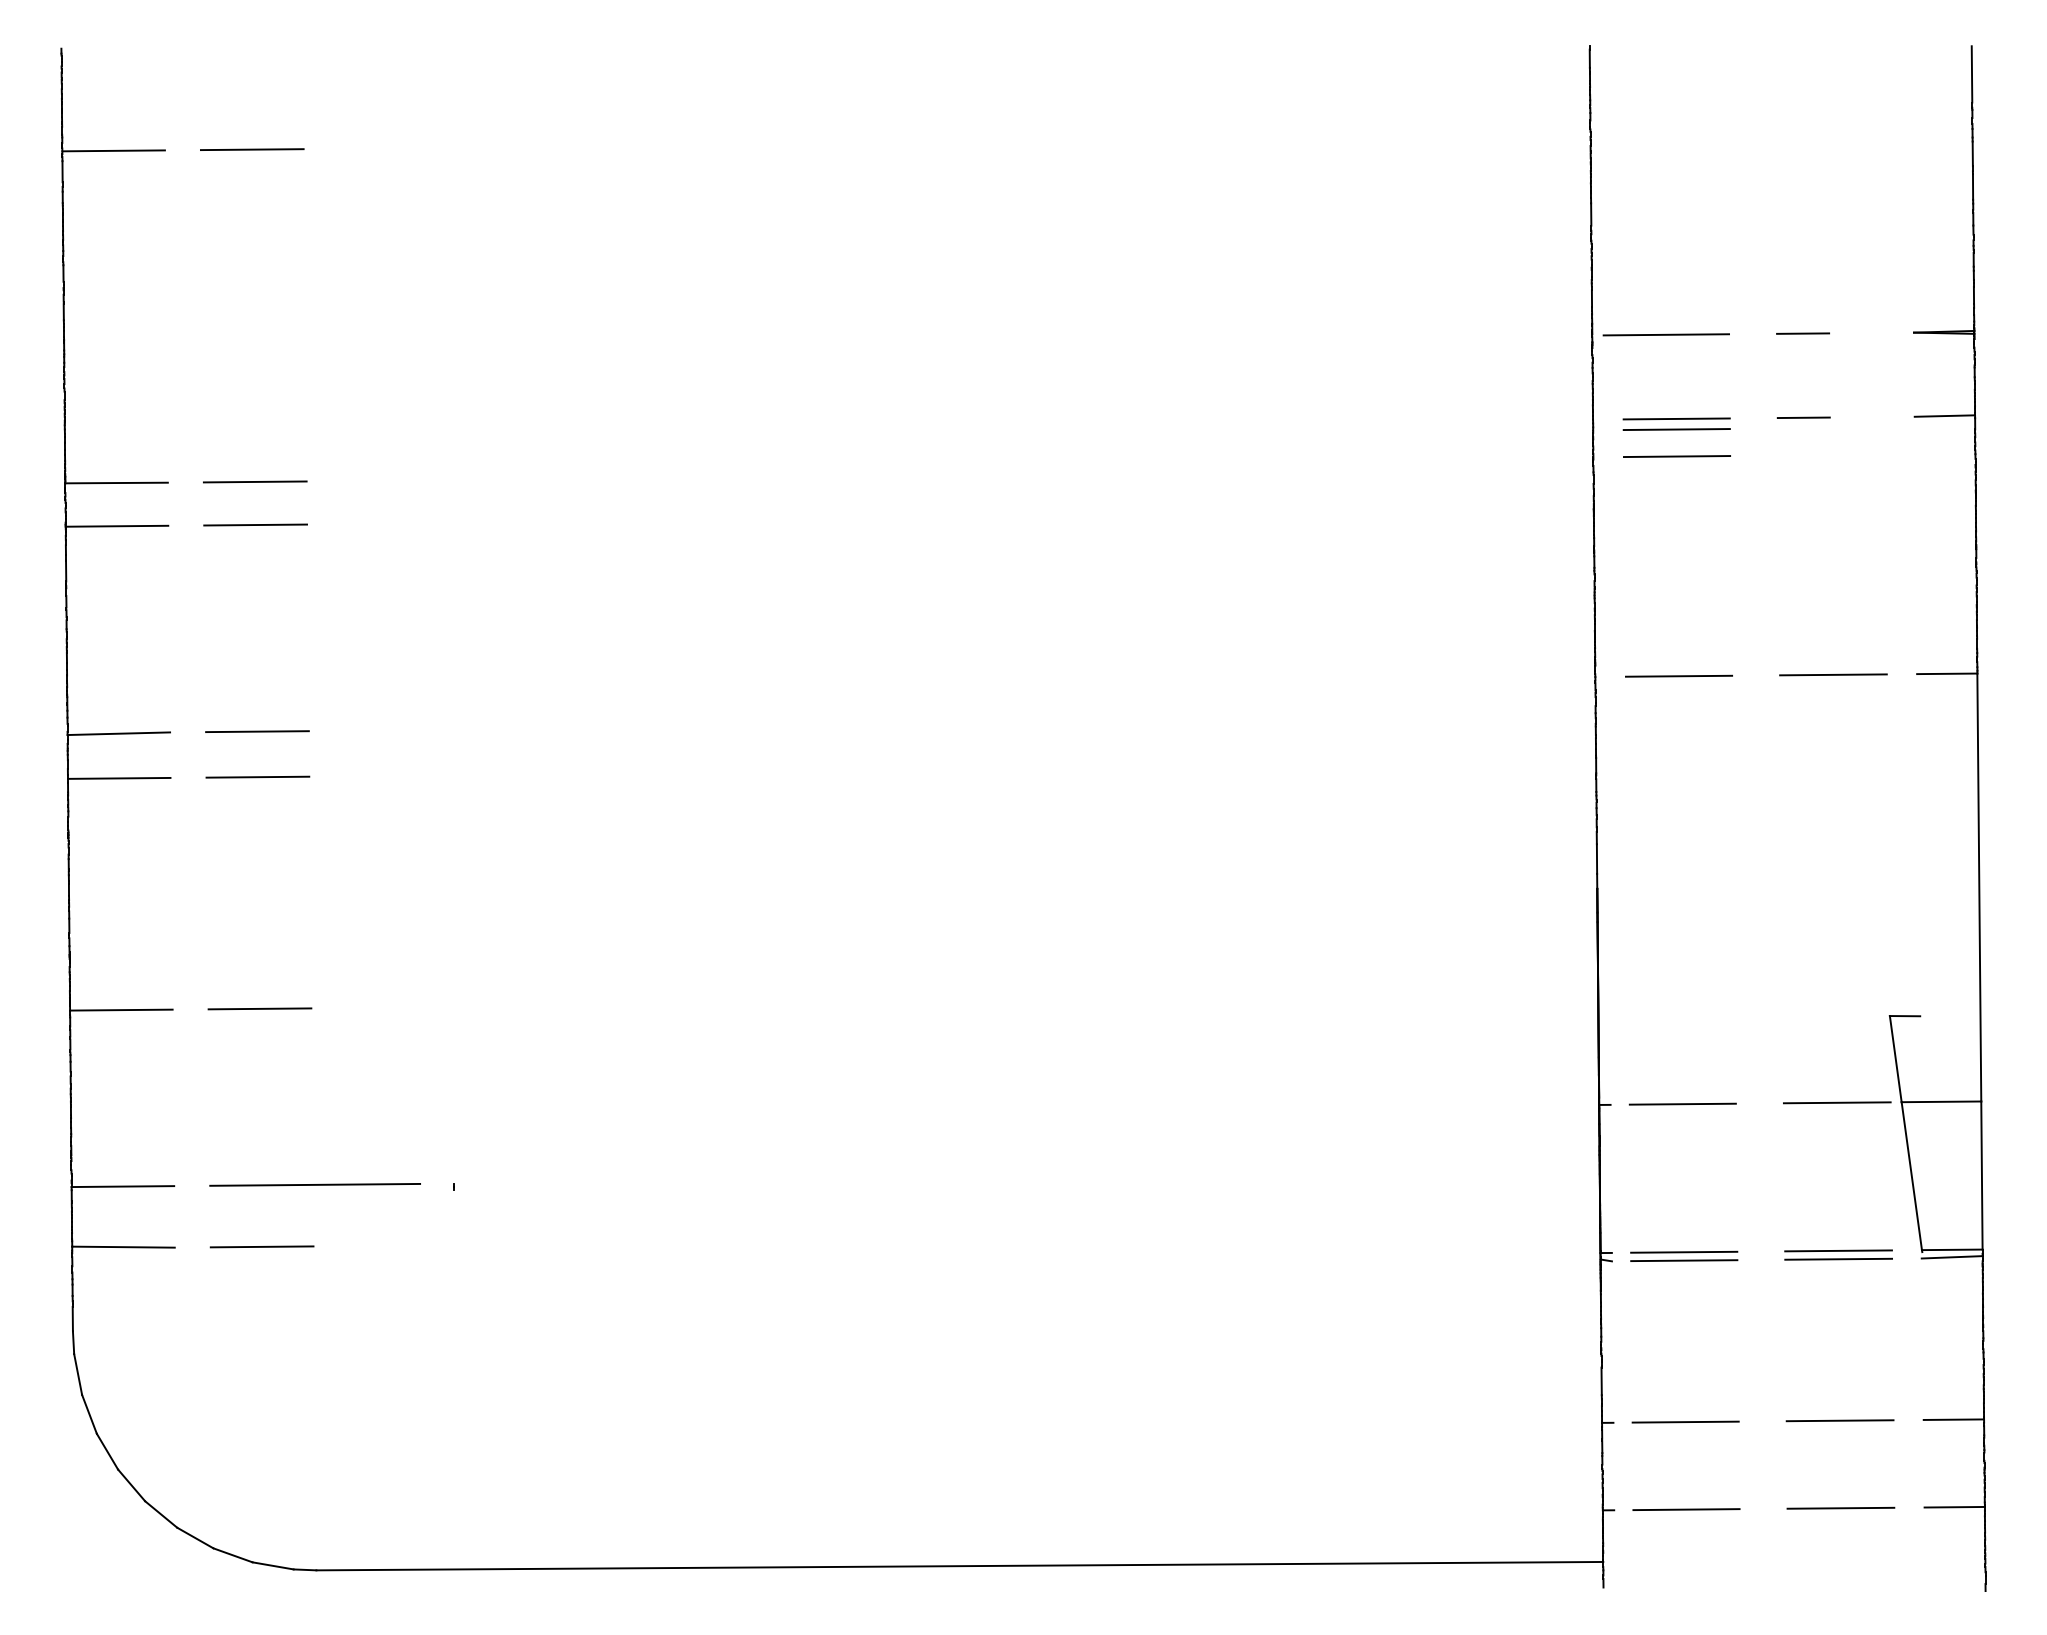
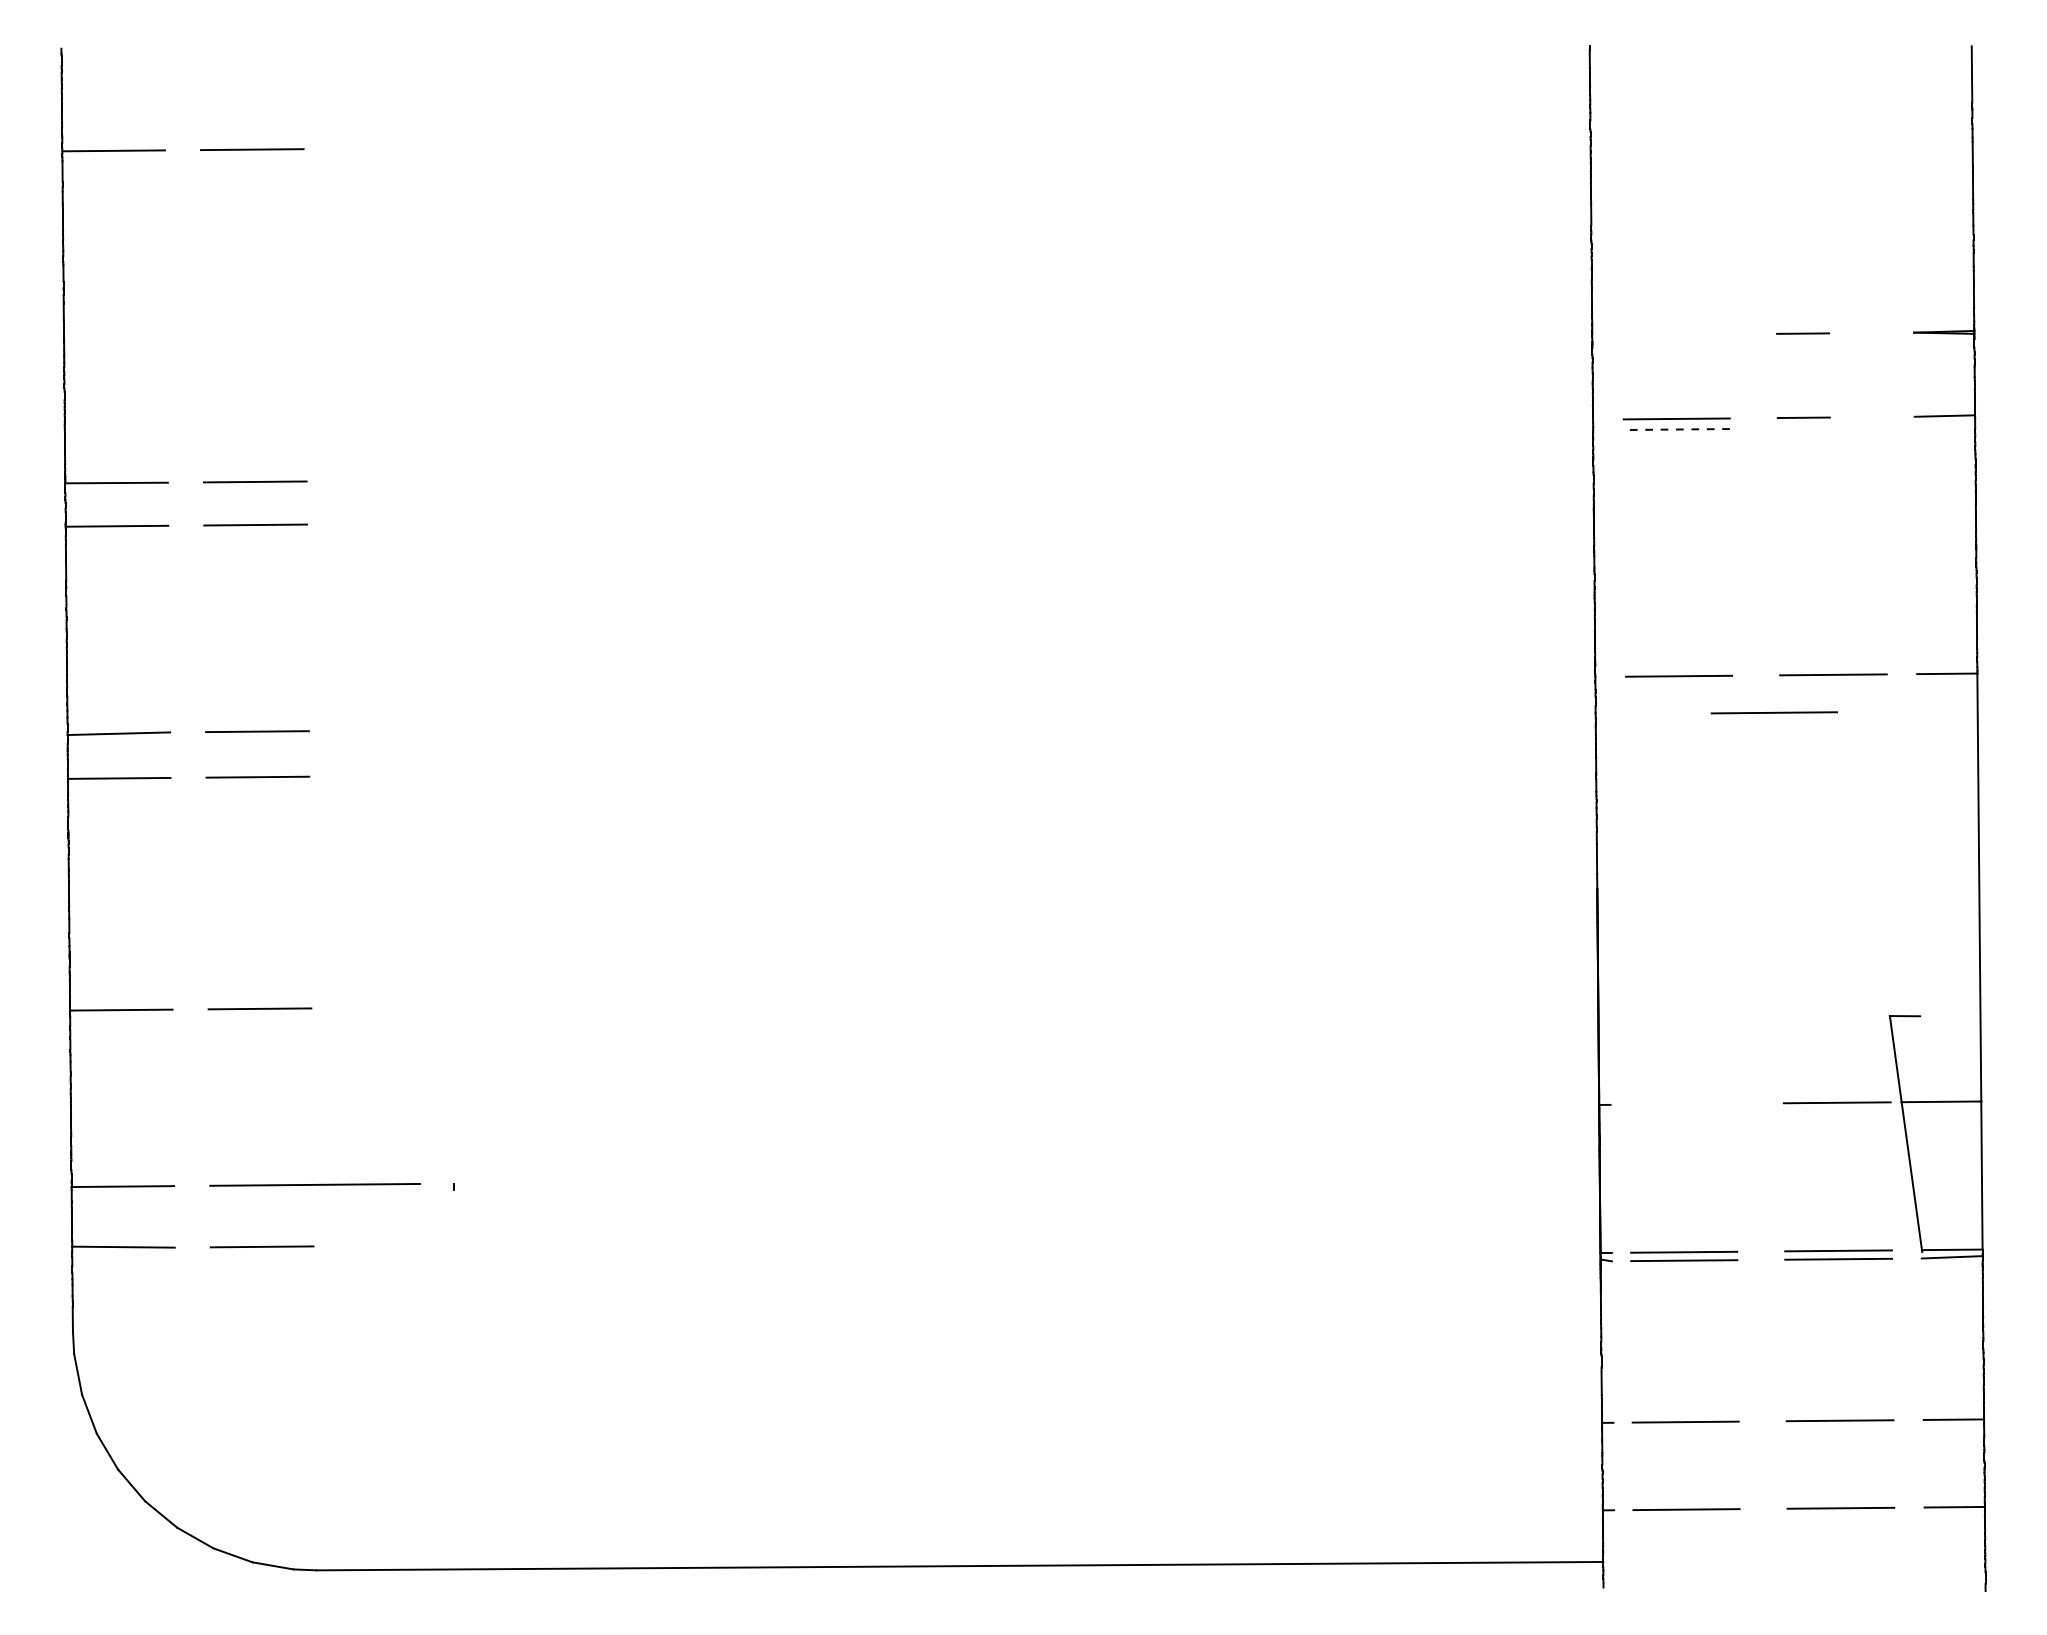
line at (1665, 334) position: (1665, 334) -> (1773, 712)
line at (1676, 429): solid -> dashed
line at (1676, 456): present -> none
line at (1682, 1103): present -> none
